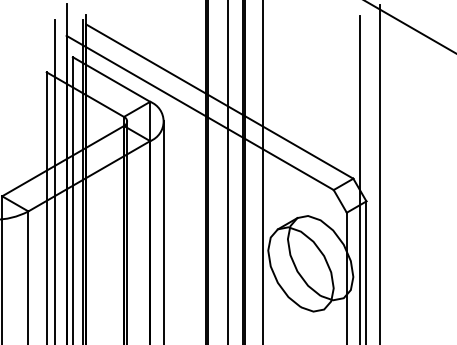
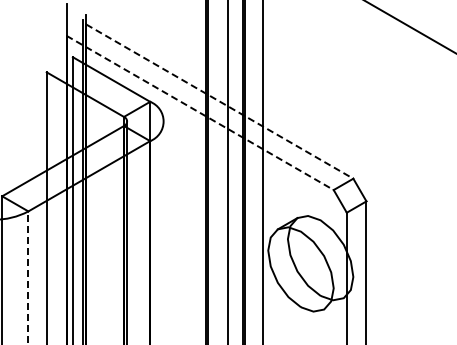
line at (220, 101): solid -> dashed
line at (200, 113): solid -> dashed
line at (379, 172): present -> none
line at (359, 178): present -> none
line at (55, 180): present -> none
line at (164, 231): present -> none
line at (28, 277): solid -> dashed
